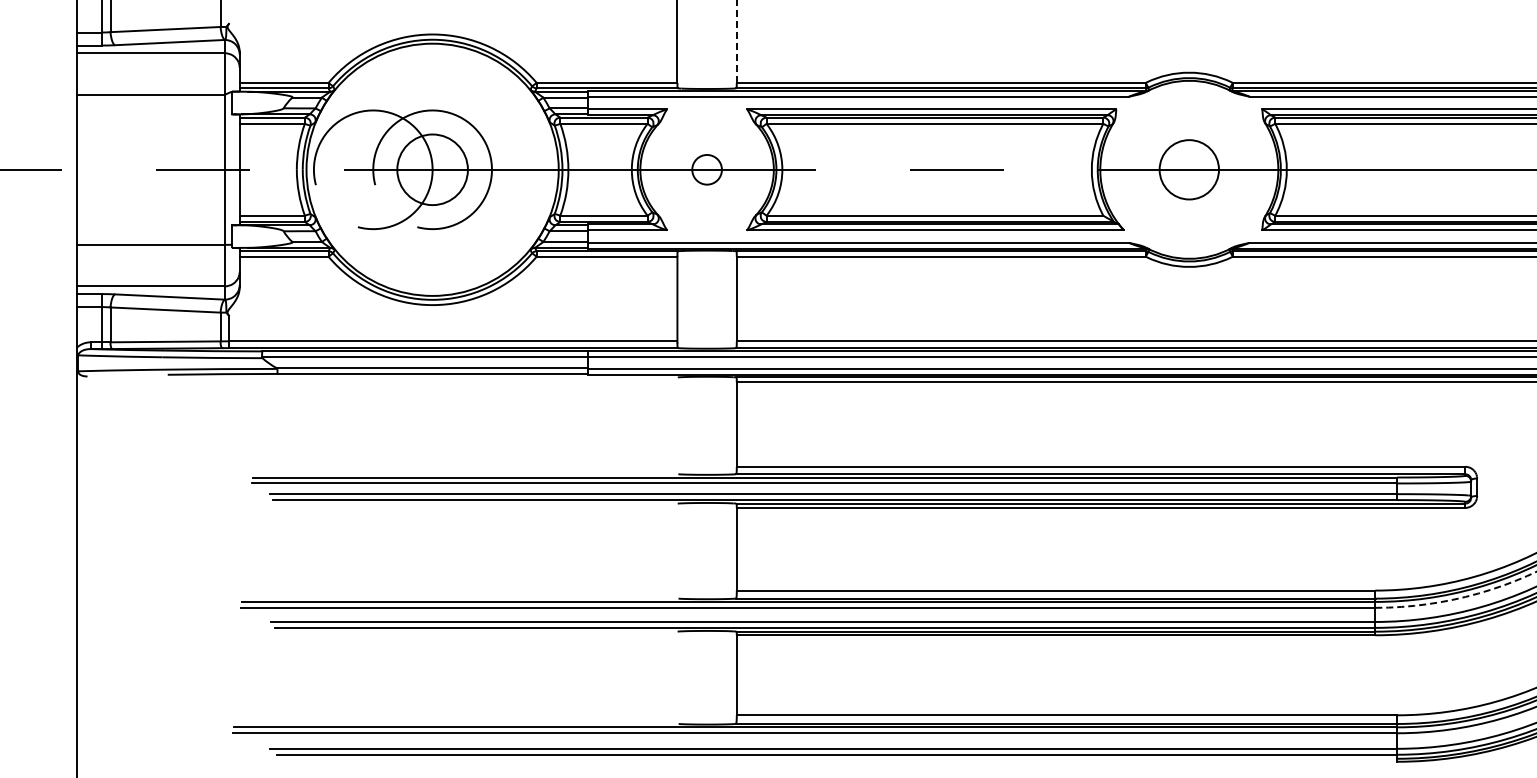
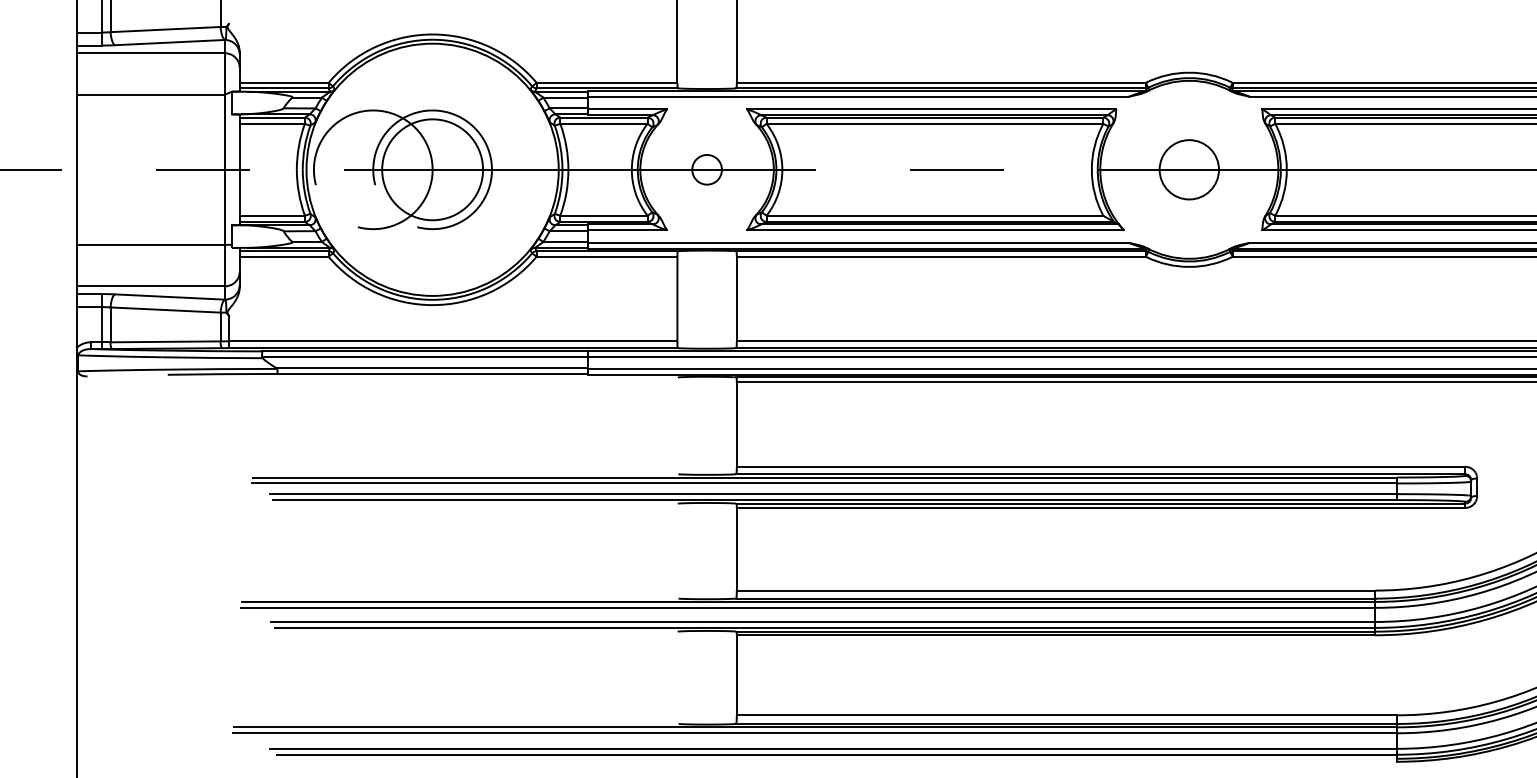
line at (736, 41): dashed -> solid
circle at (432, 169) diameter: 71 px -> 101 px
arc at (1456, 598): dashed -> solid
